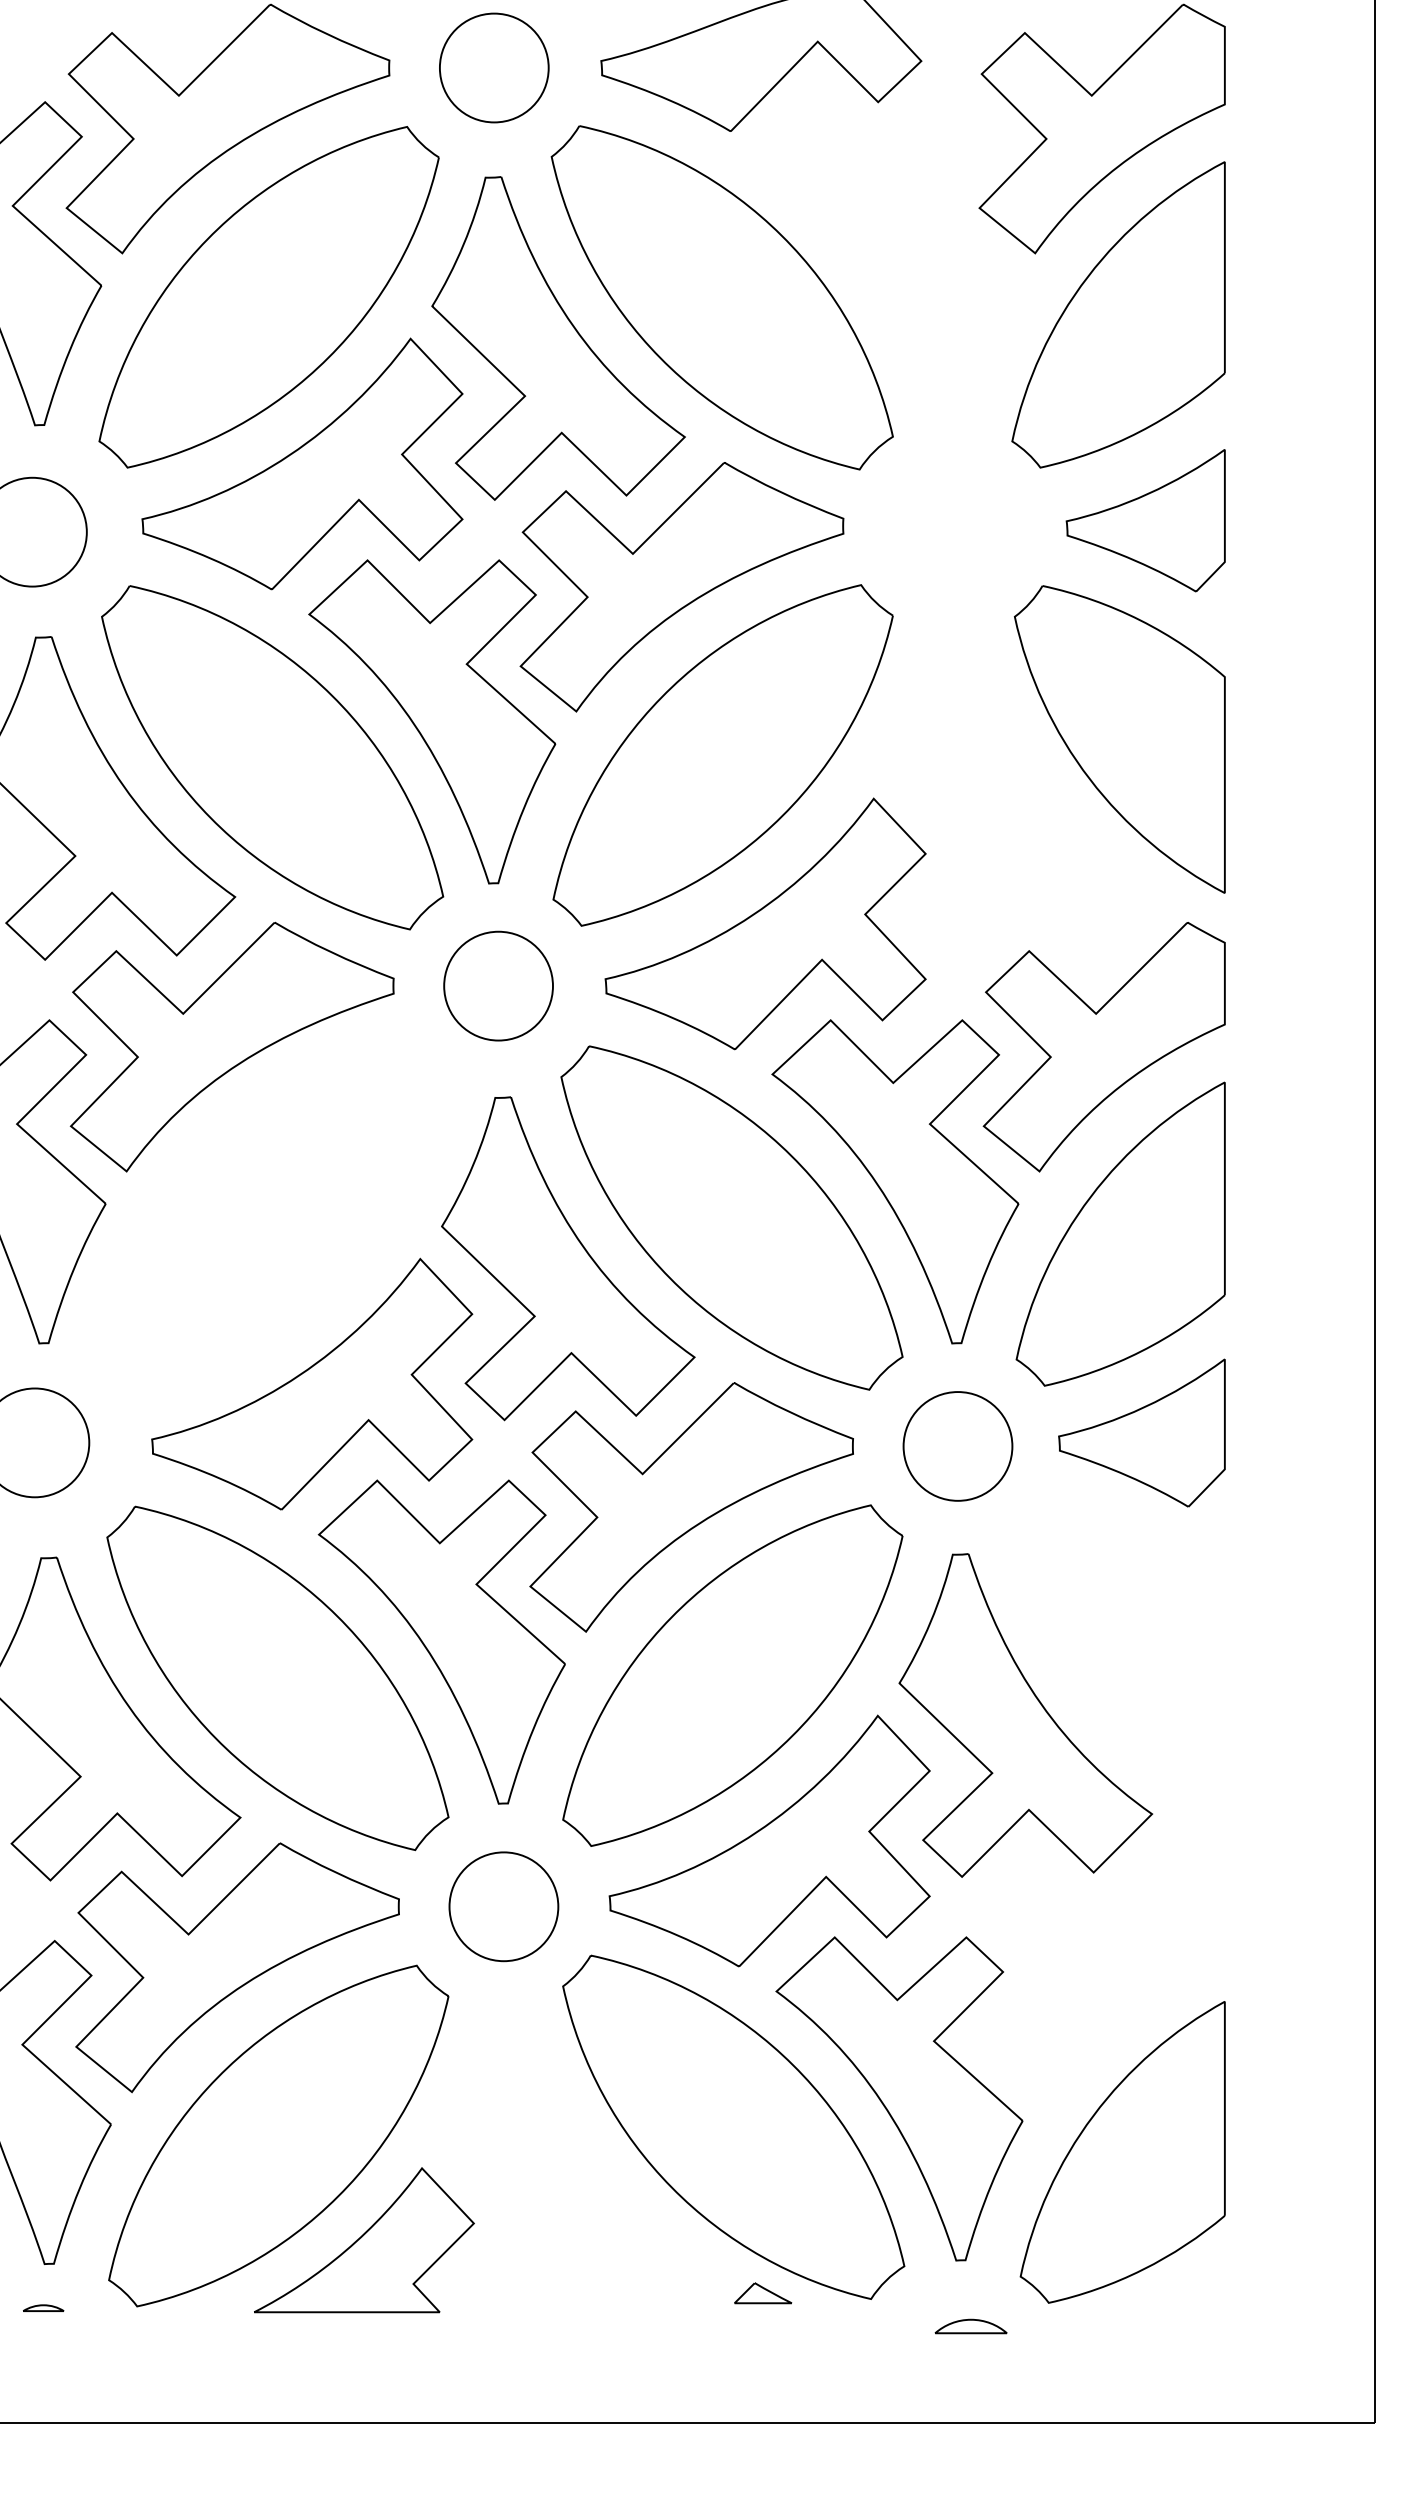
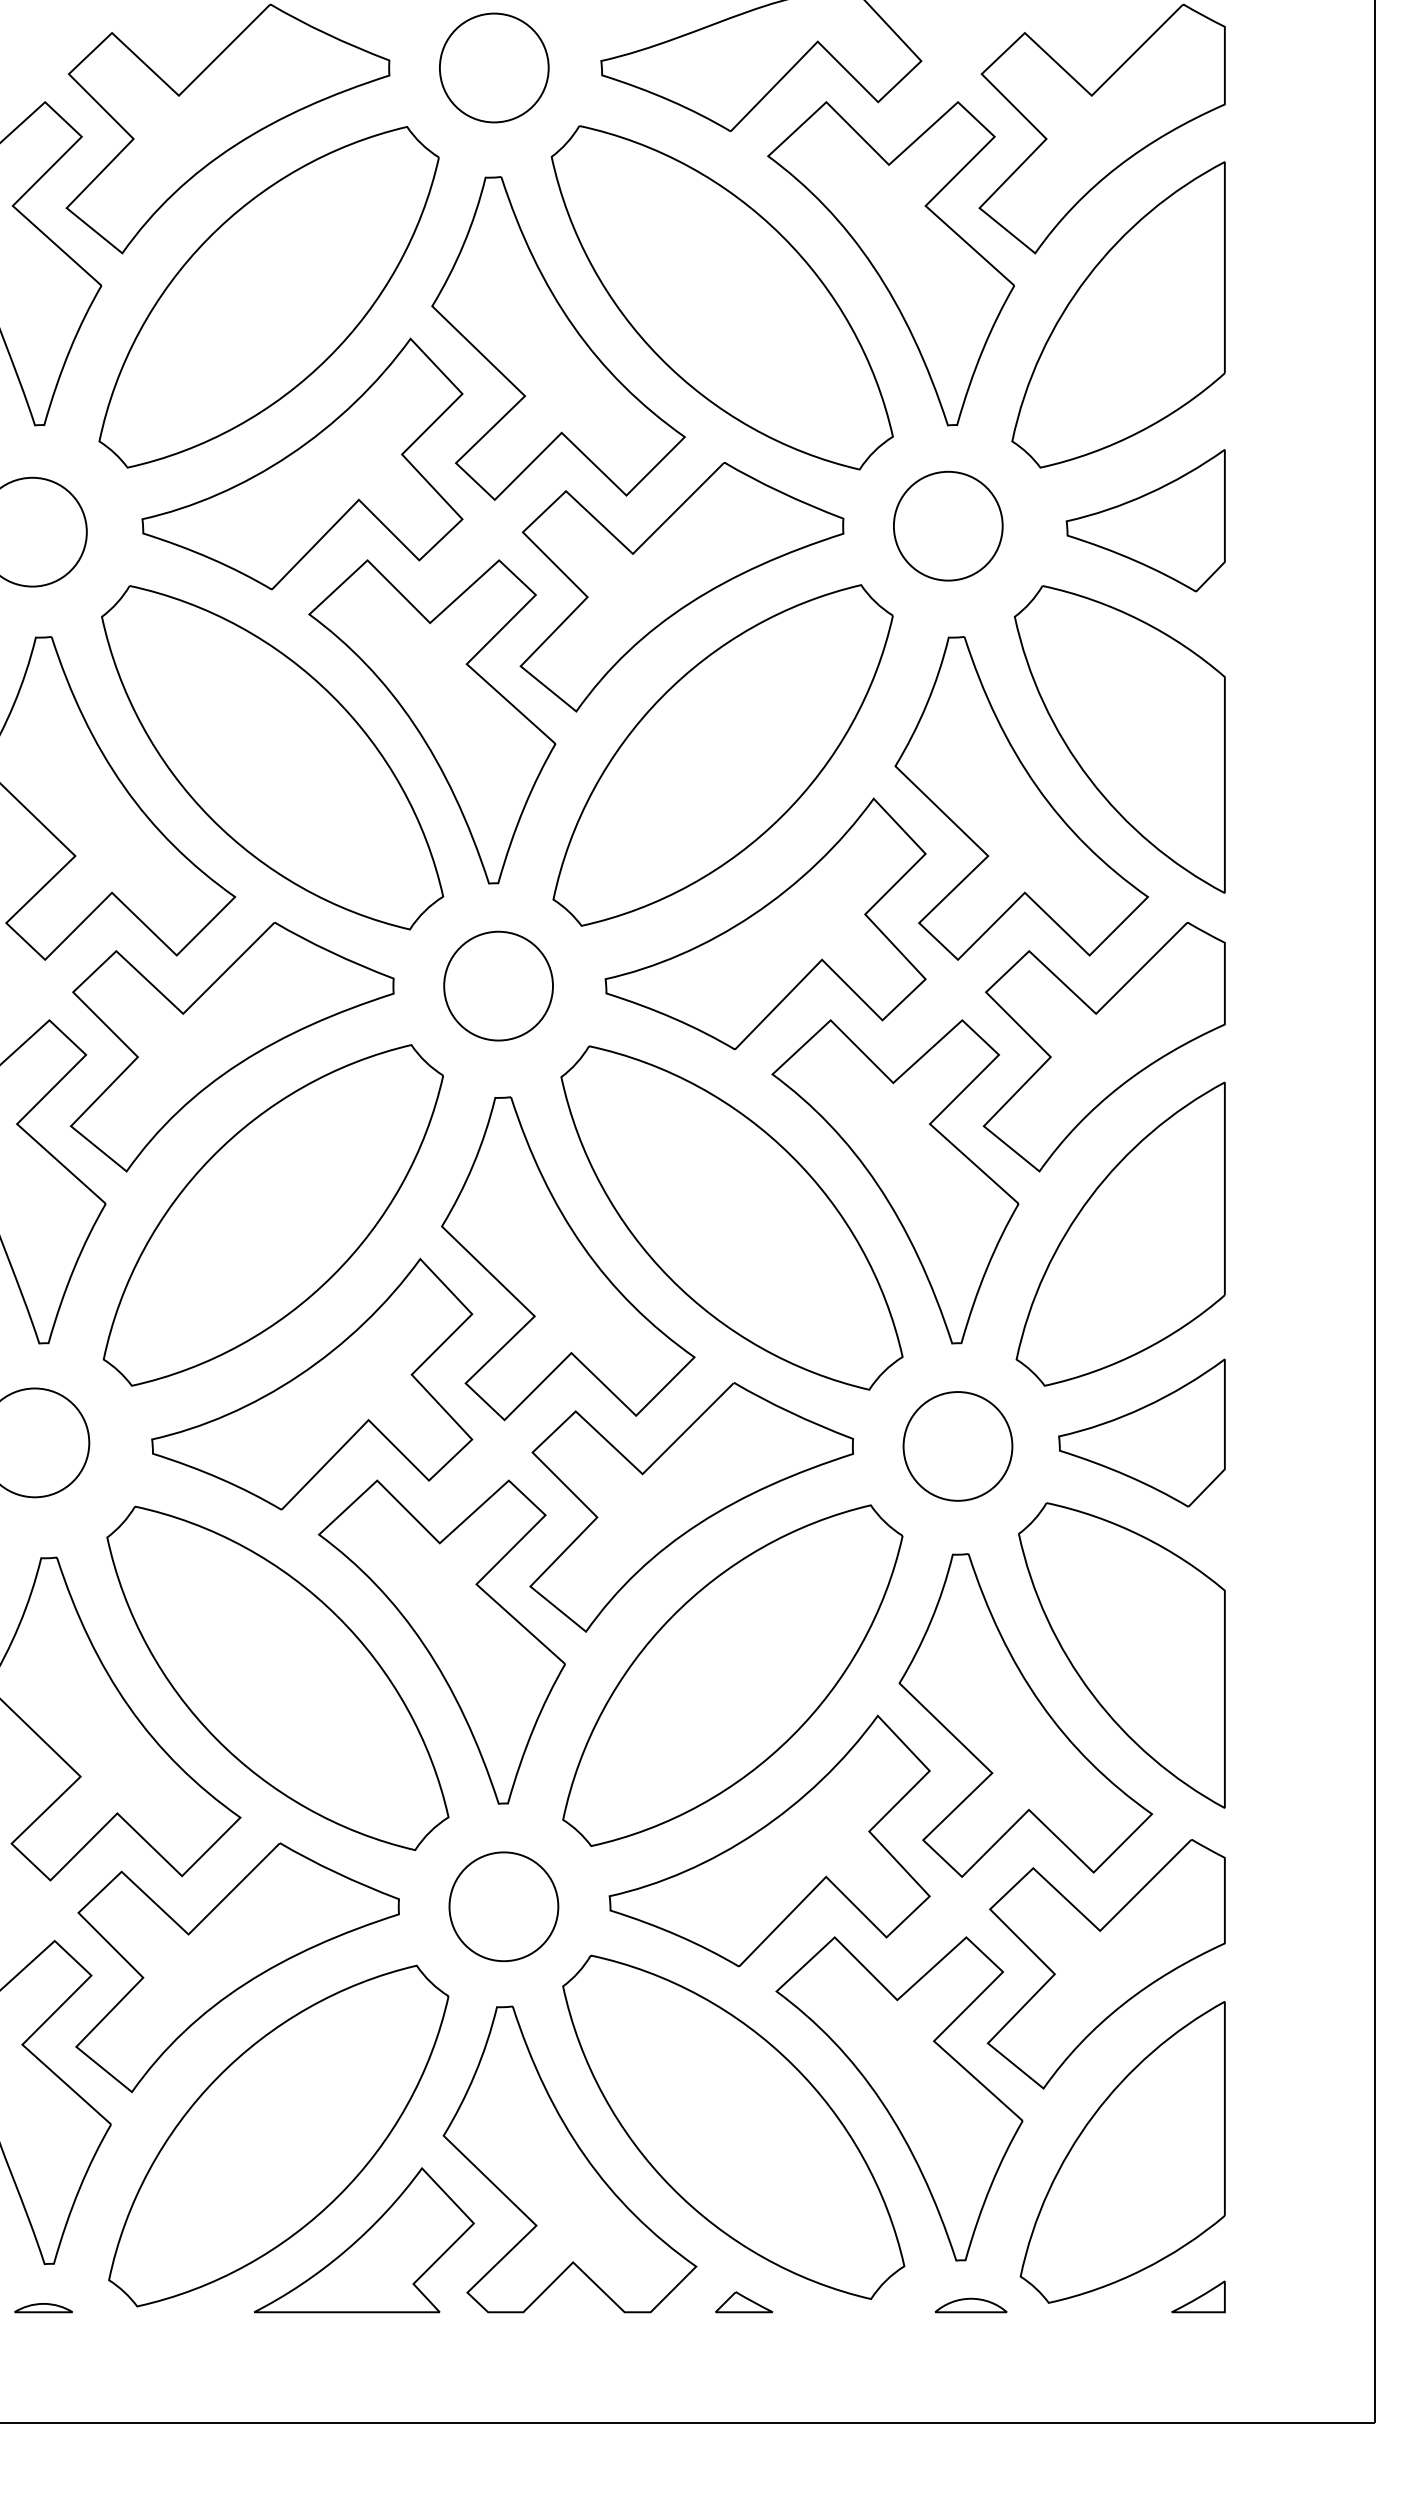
part at (890, 263): none -> present
part at (948, 525): none -> present
part at (1021, 798): none -> present
part at (272, 1215): none -> present
part at (1121, 1655): none -> present
part at (1105, 1964): none -> present
part at (569, 2159): none -> present
part at (763, 2293) position: (763, 2293) -> (744, 2302)
part at (1198, 2296): none -> present
part at (43, 2307) size: 42x8 px -> 59x11 px
part at (970, 2326) position: (970, 2326) -> (970, 2305)
